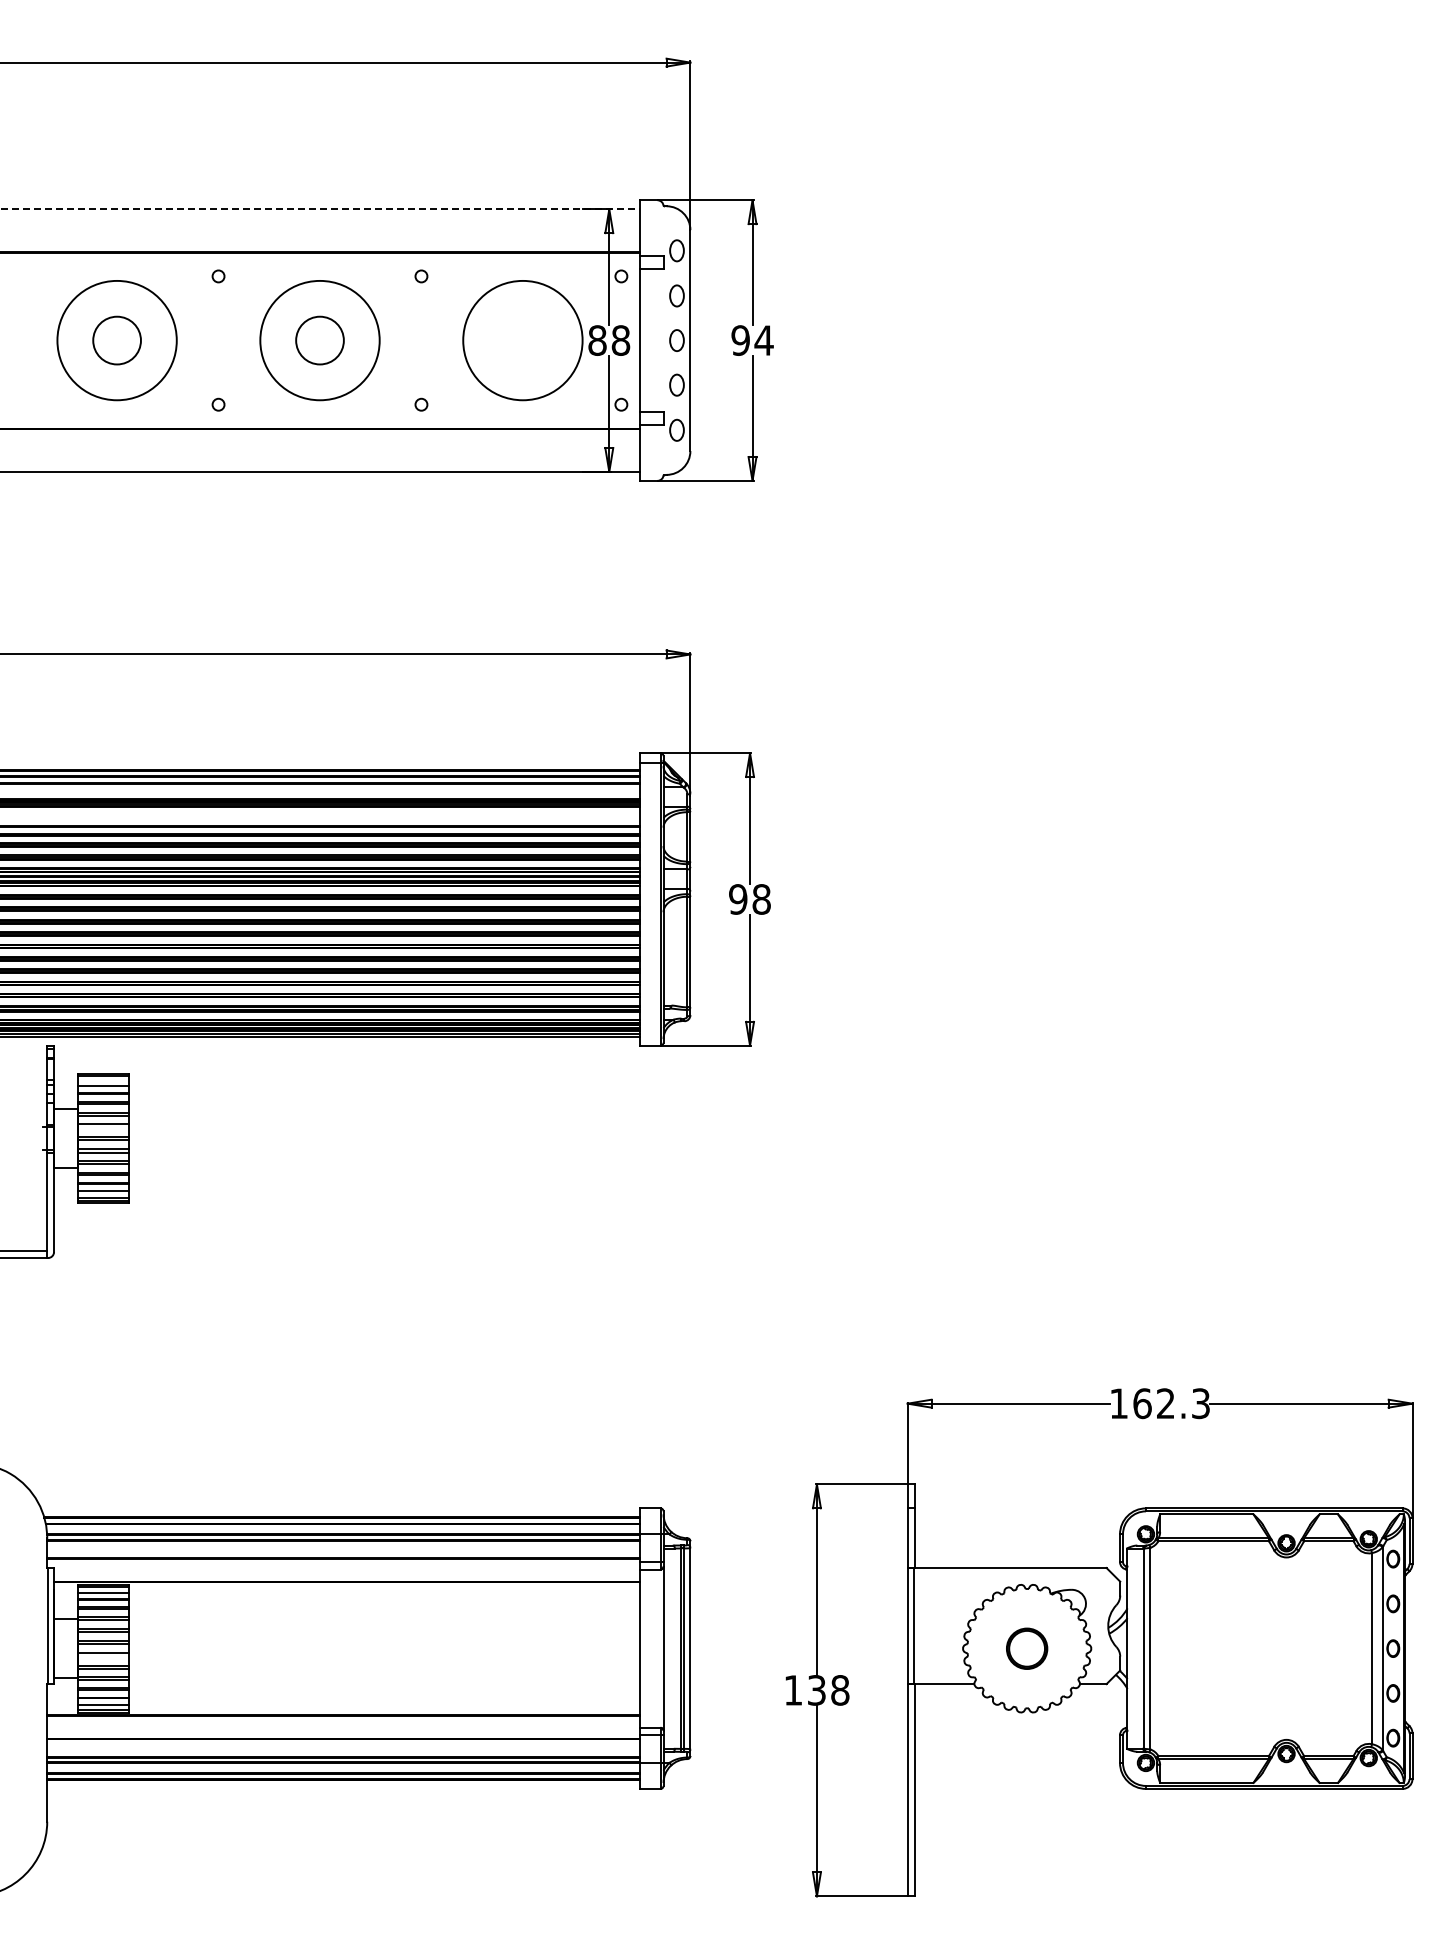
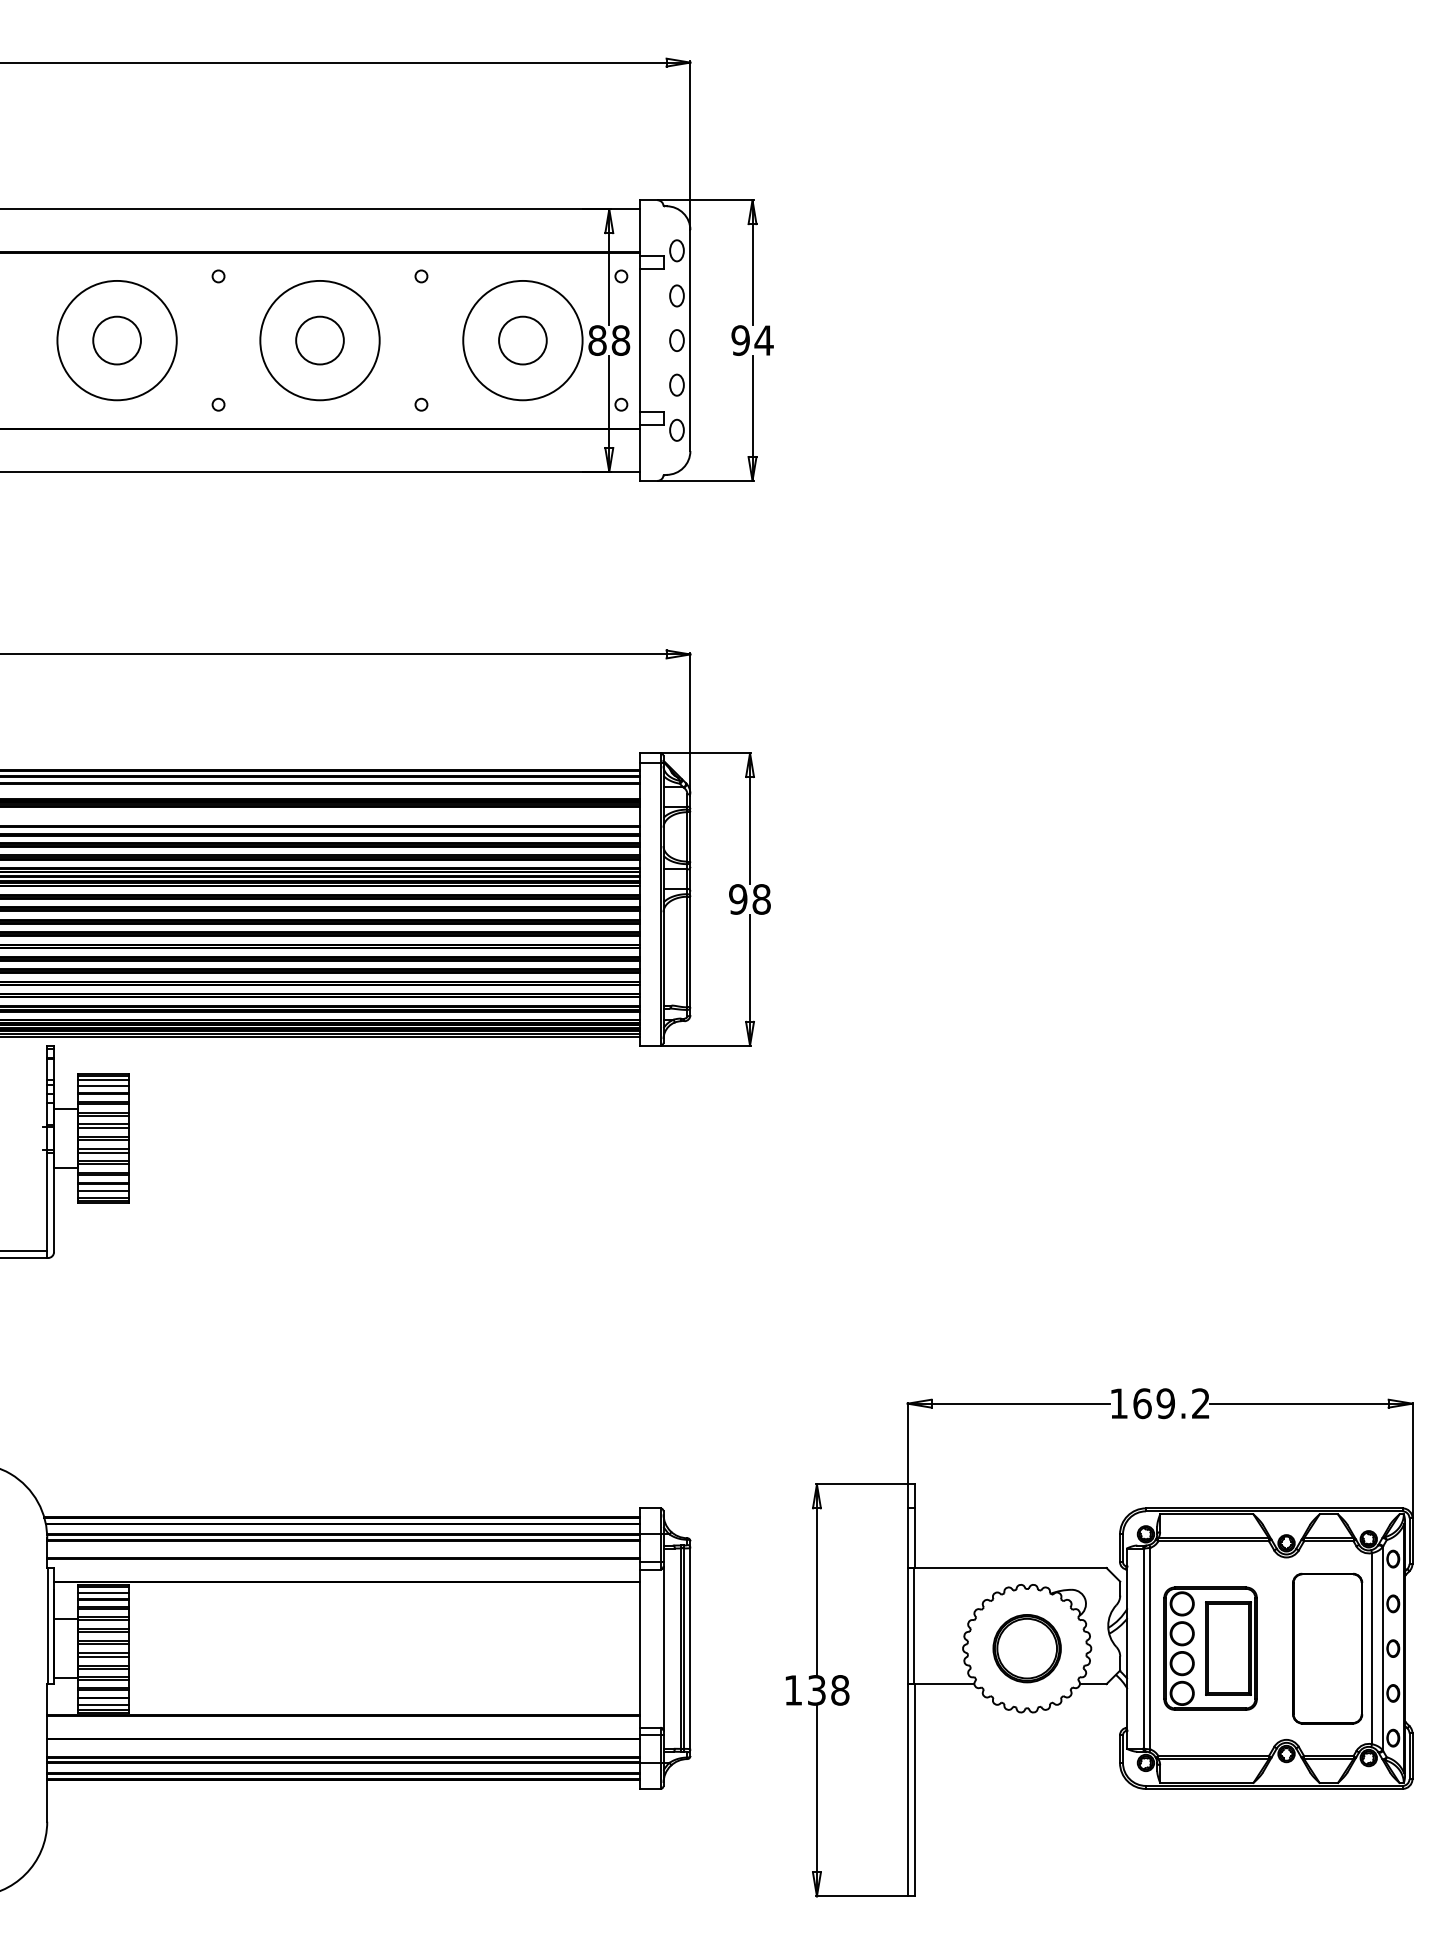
line at (320, 209): dashed -> solid
circle at (522, 340): none -> present
line at (102, 1079): none -> present
line at (102, 1127): none -> present
text at (1182, 1403): 162.3 -> 169.2
part at (1027, 1648) size: 43x43 px -> 70x70 px
part at (1210, 1648): none -> present
part at (1327, 1648): none -> present
line at (102, 1656): none -> present
